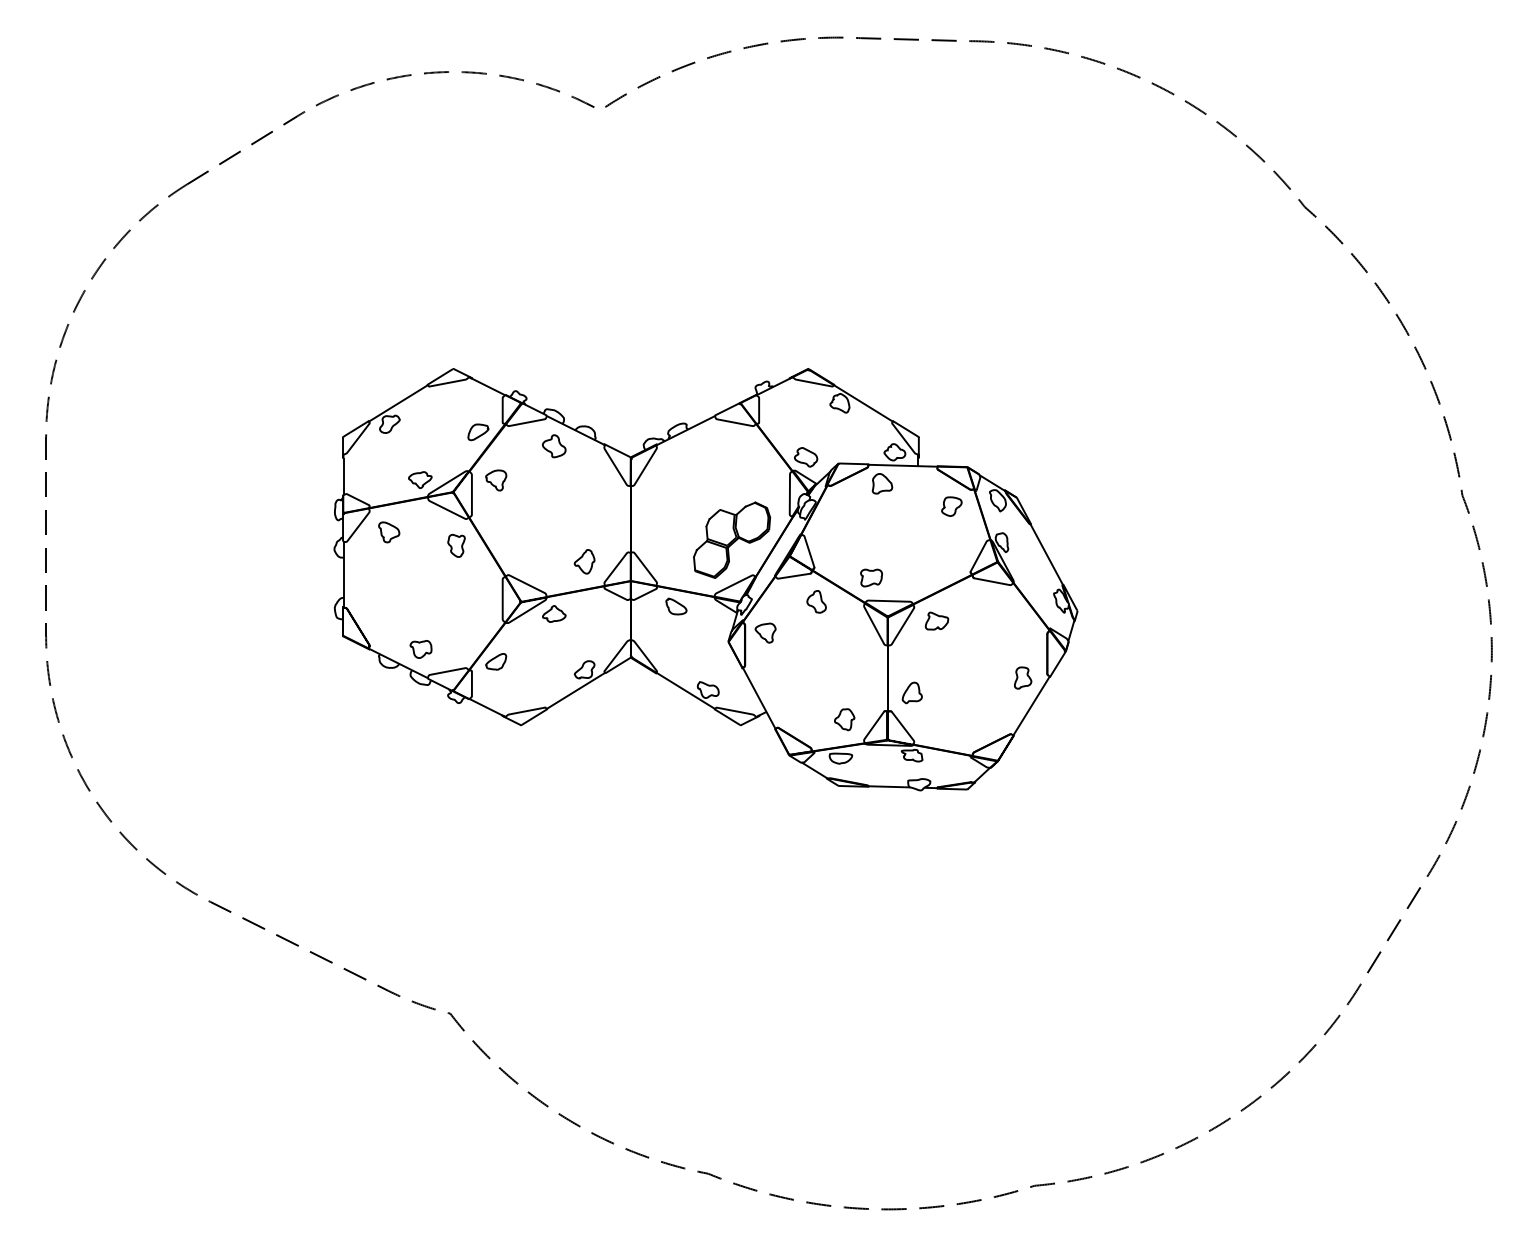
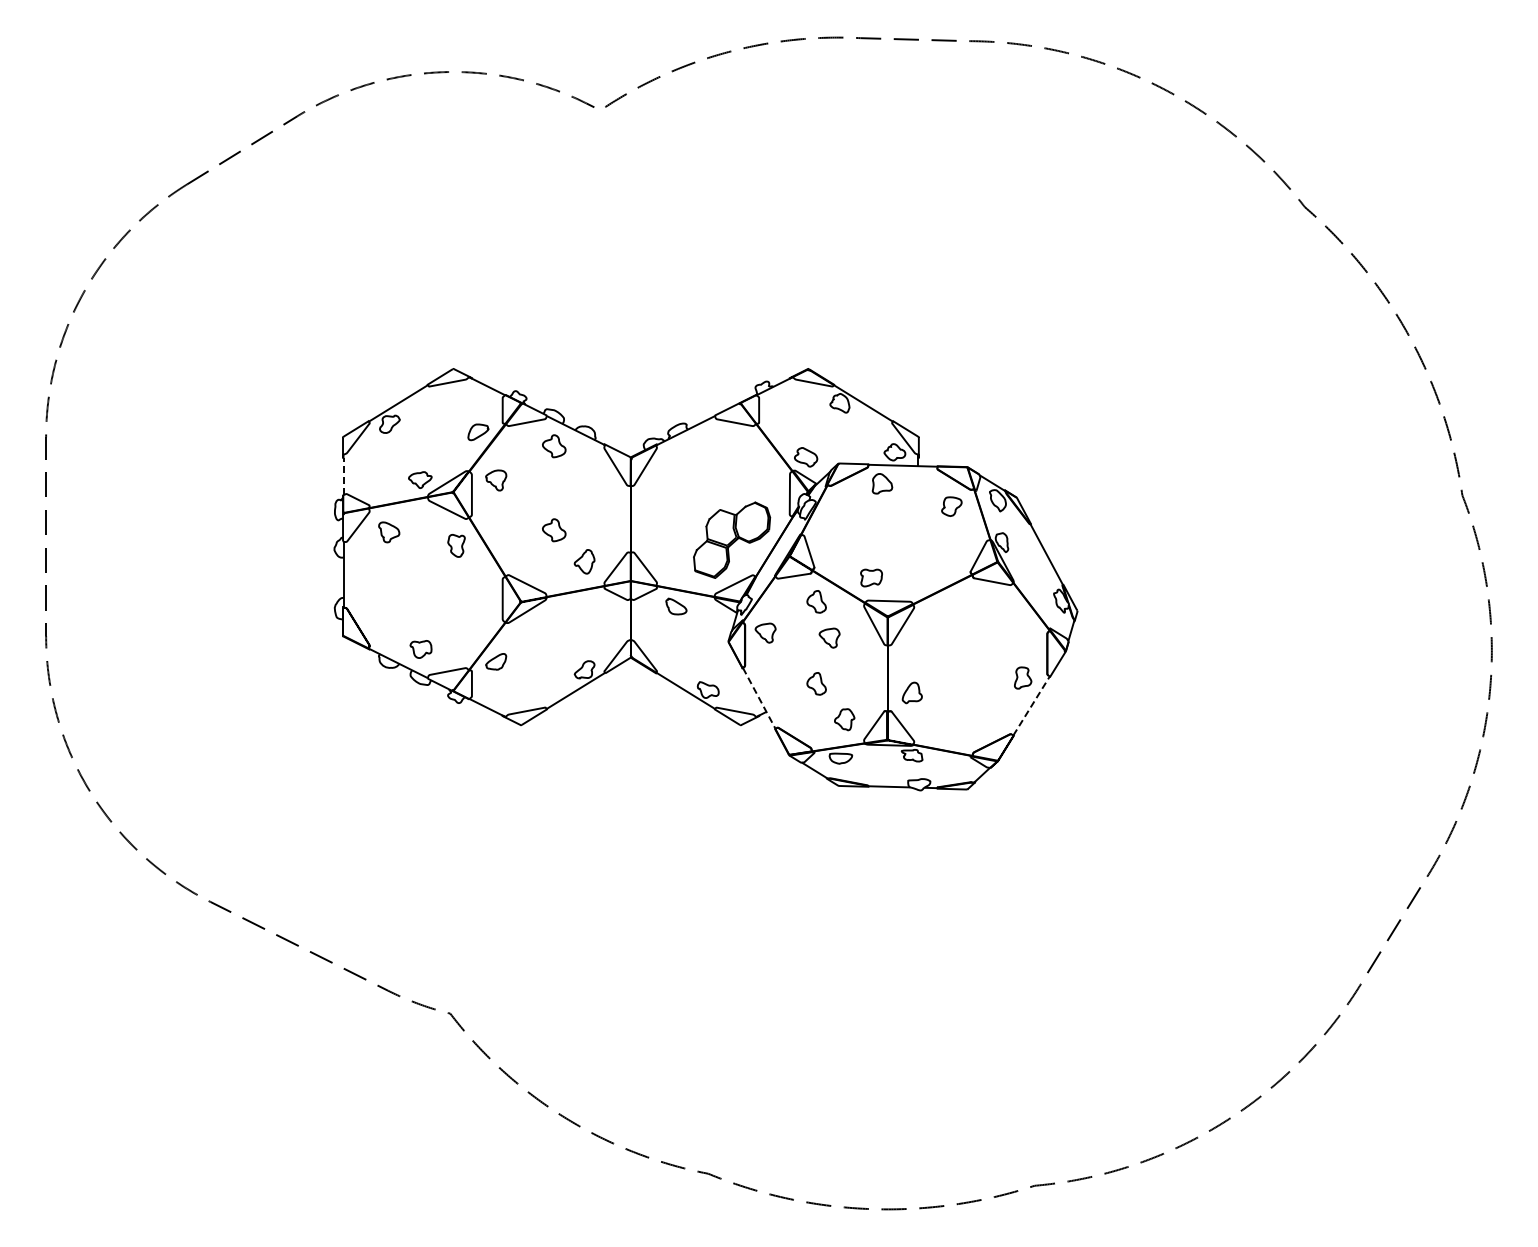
line at (343, 476): solid -> dashed
part at (554, 530): none -> present
part at (554, 613): present -> none
part at (936, 620): present -> none
part at (829, 637): none -> present
part at (816, 683): none -> present
line at (759, 698): solid -> dashed
line at (1031, 705): solid -> dashed
